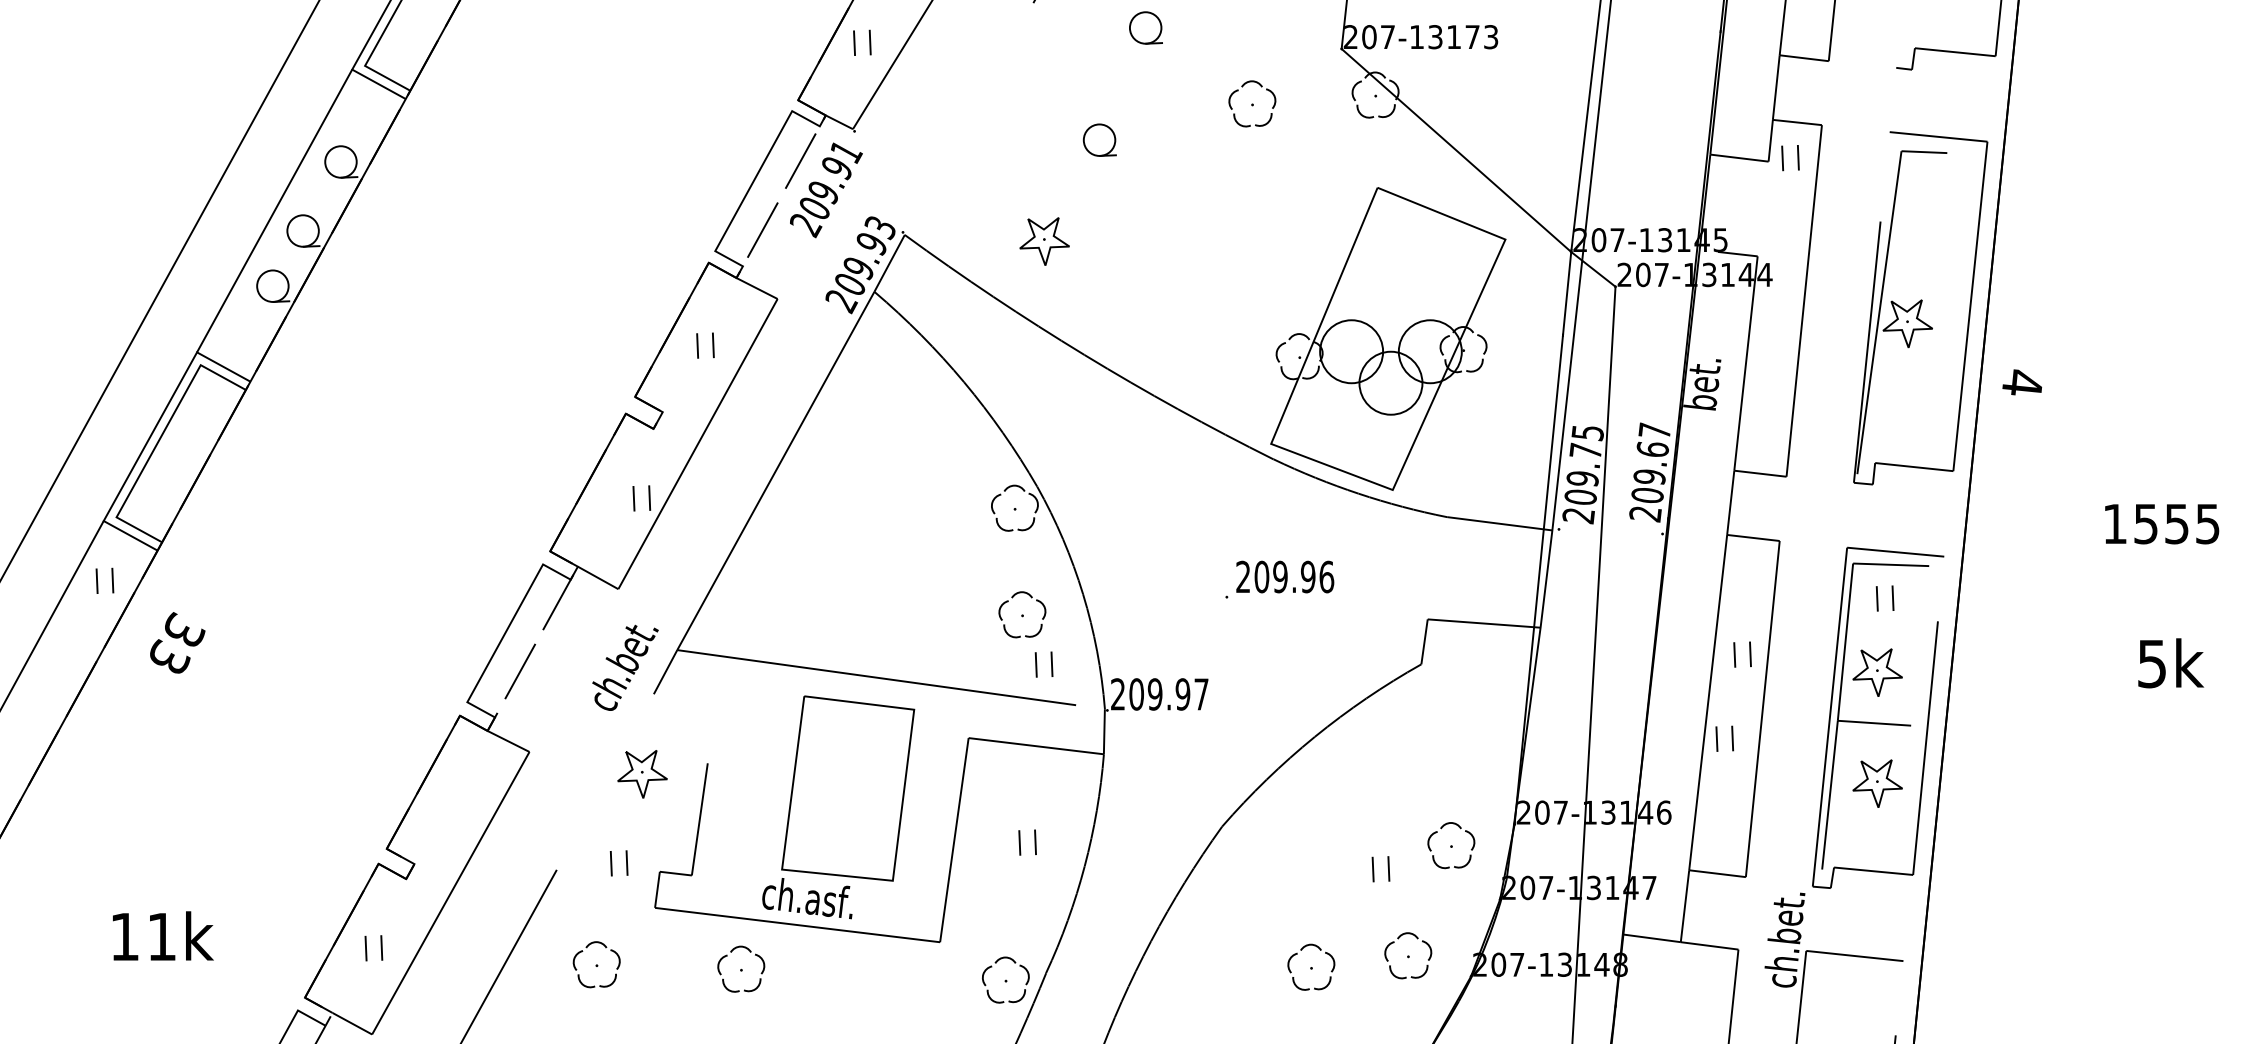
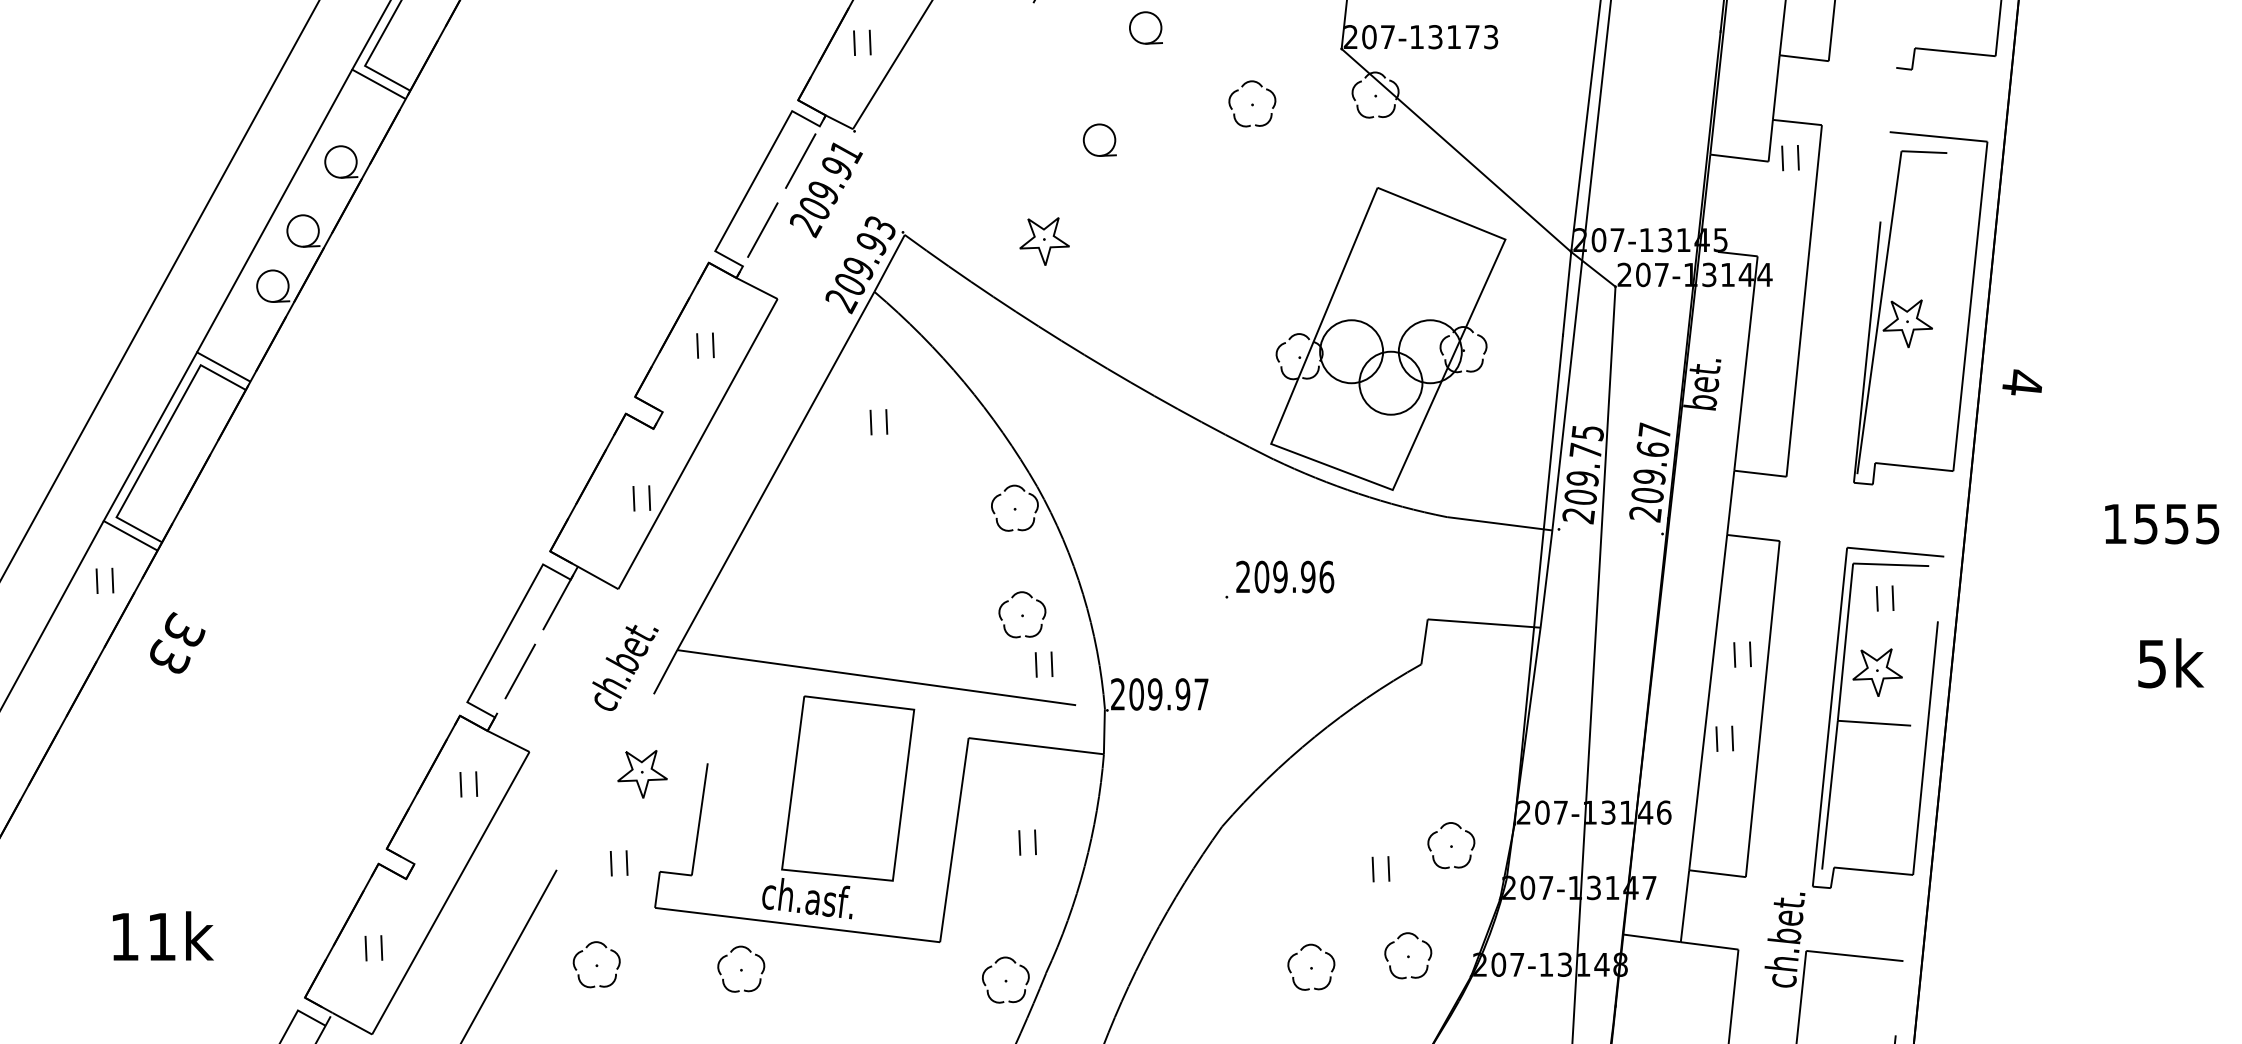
part at (872, 425): none -> present
part at (1877, 783): present -> none
part at (461, 784): none -> present
